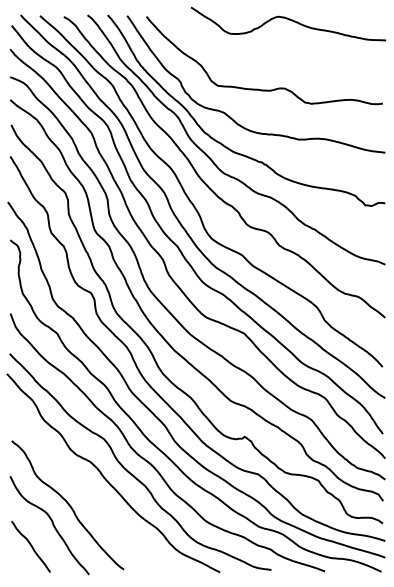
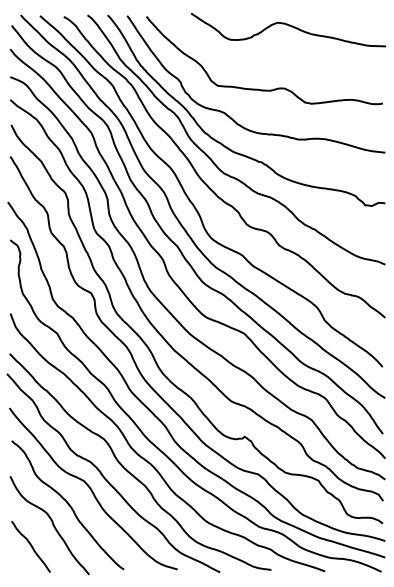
curve at (289, 20) position: (289, 20) -> (289, 26)
curve at (92, 489): none -> present
